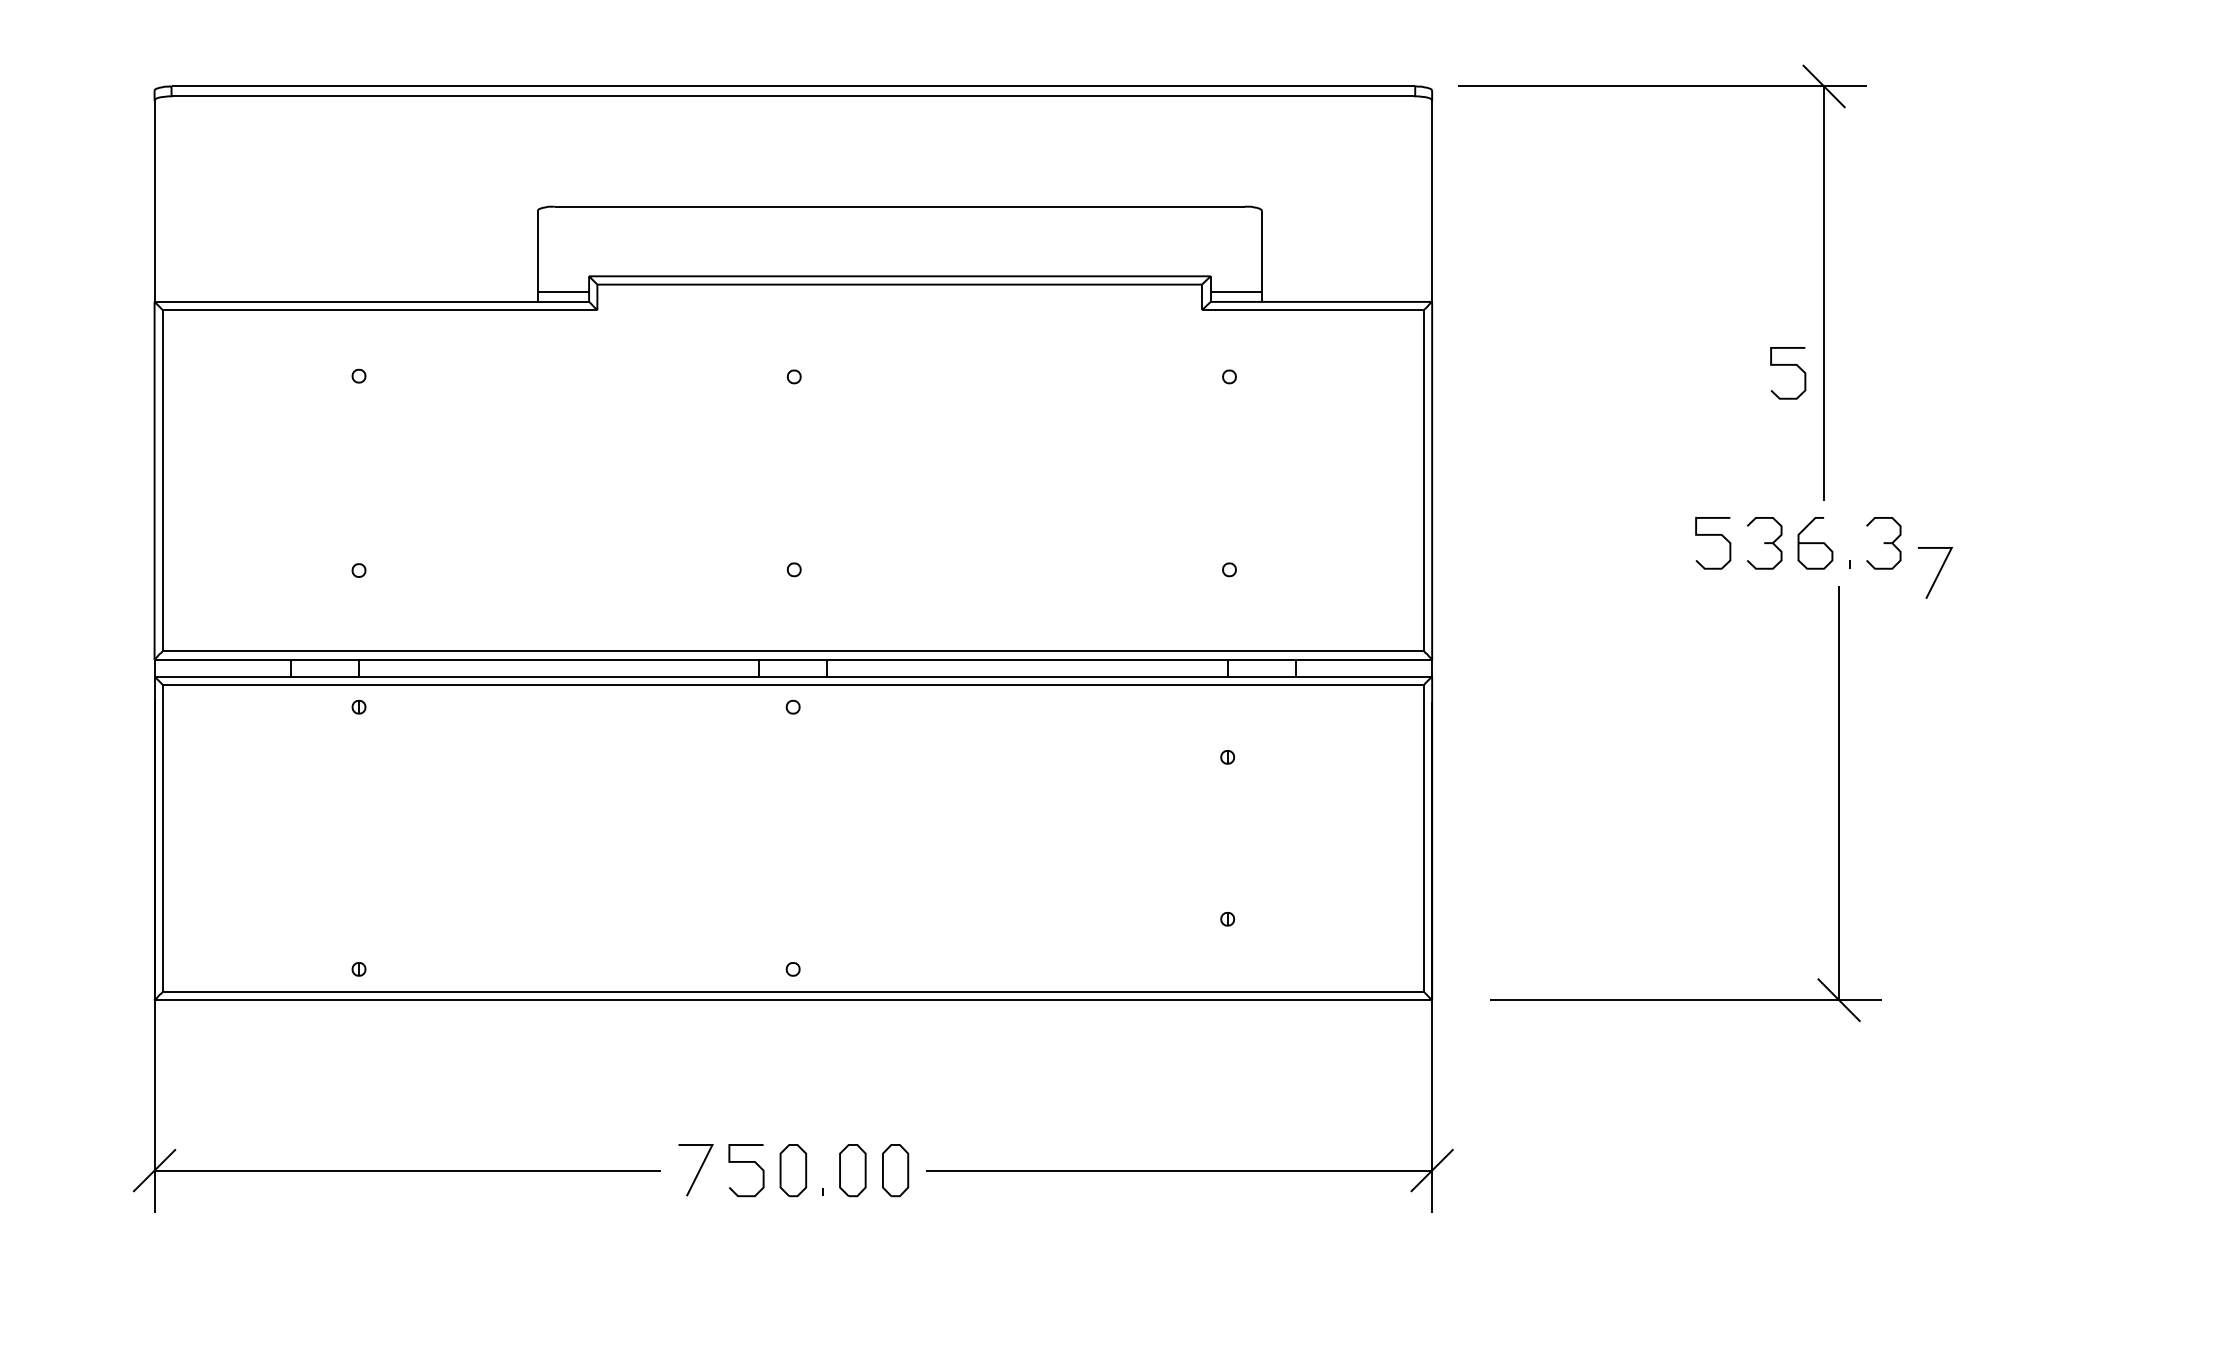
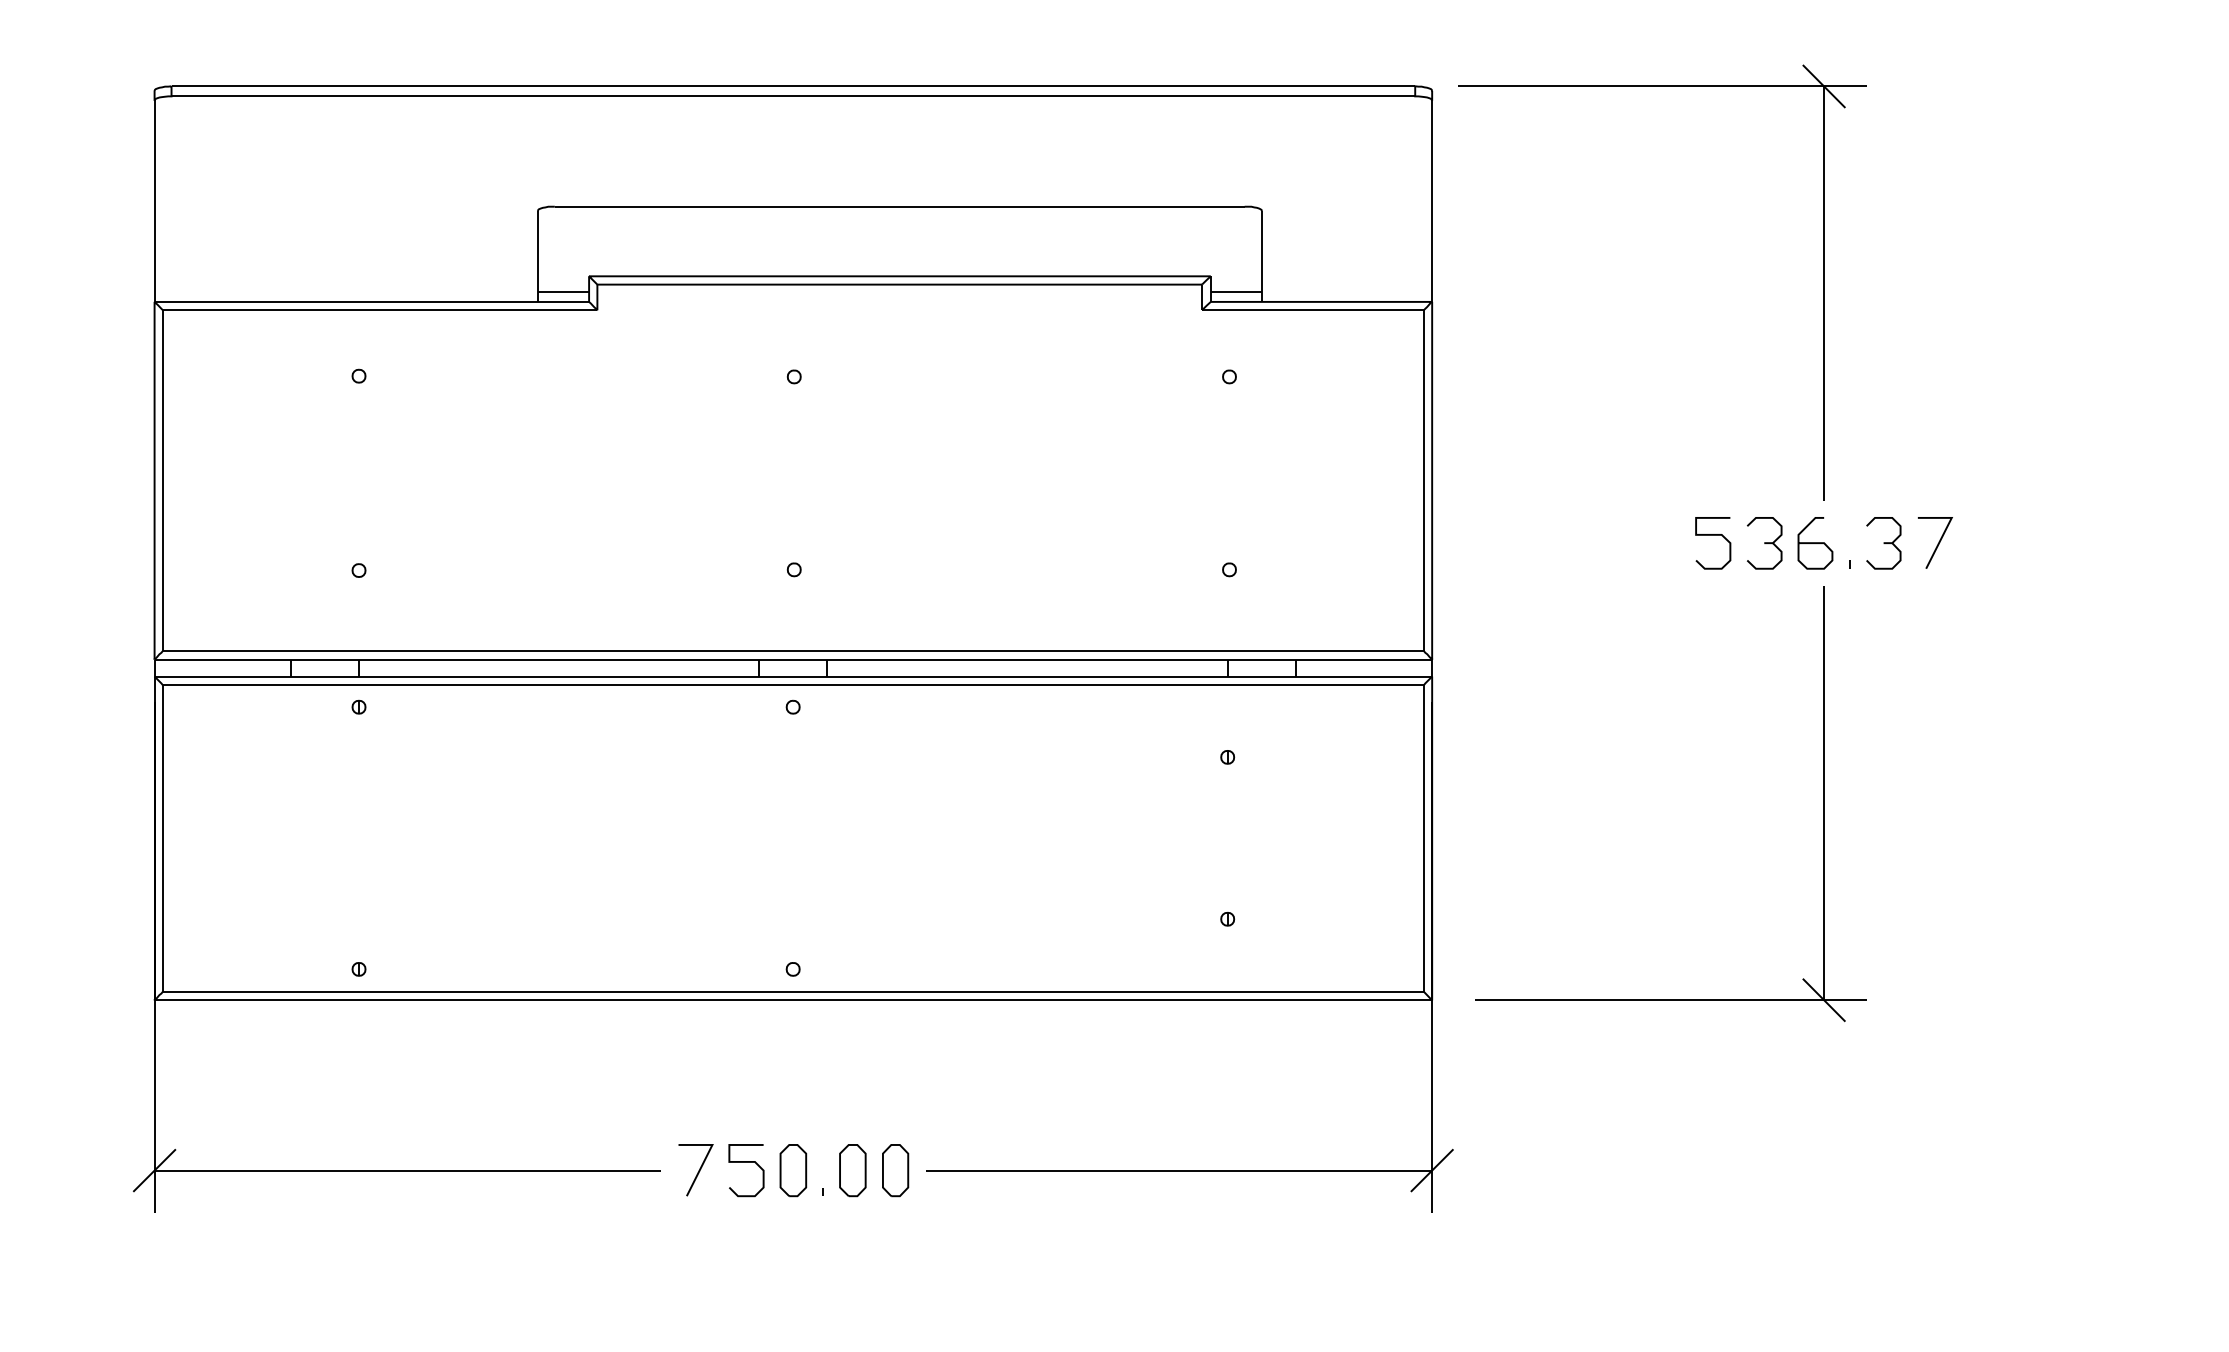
curve at (1788, 365): present -> none
curve at (1937, 573) position: (1937, 573) -> (1937, 543)
part at (1838, 803) position: (1838, 803) -> (1823, 803)
